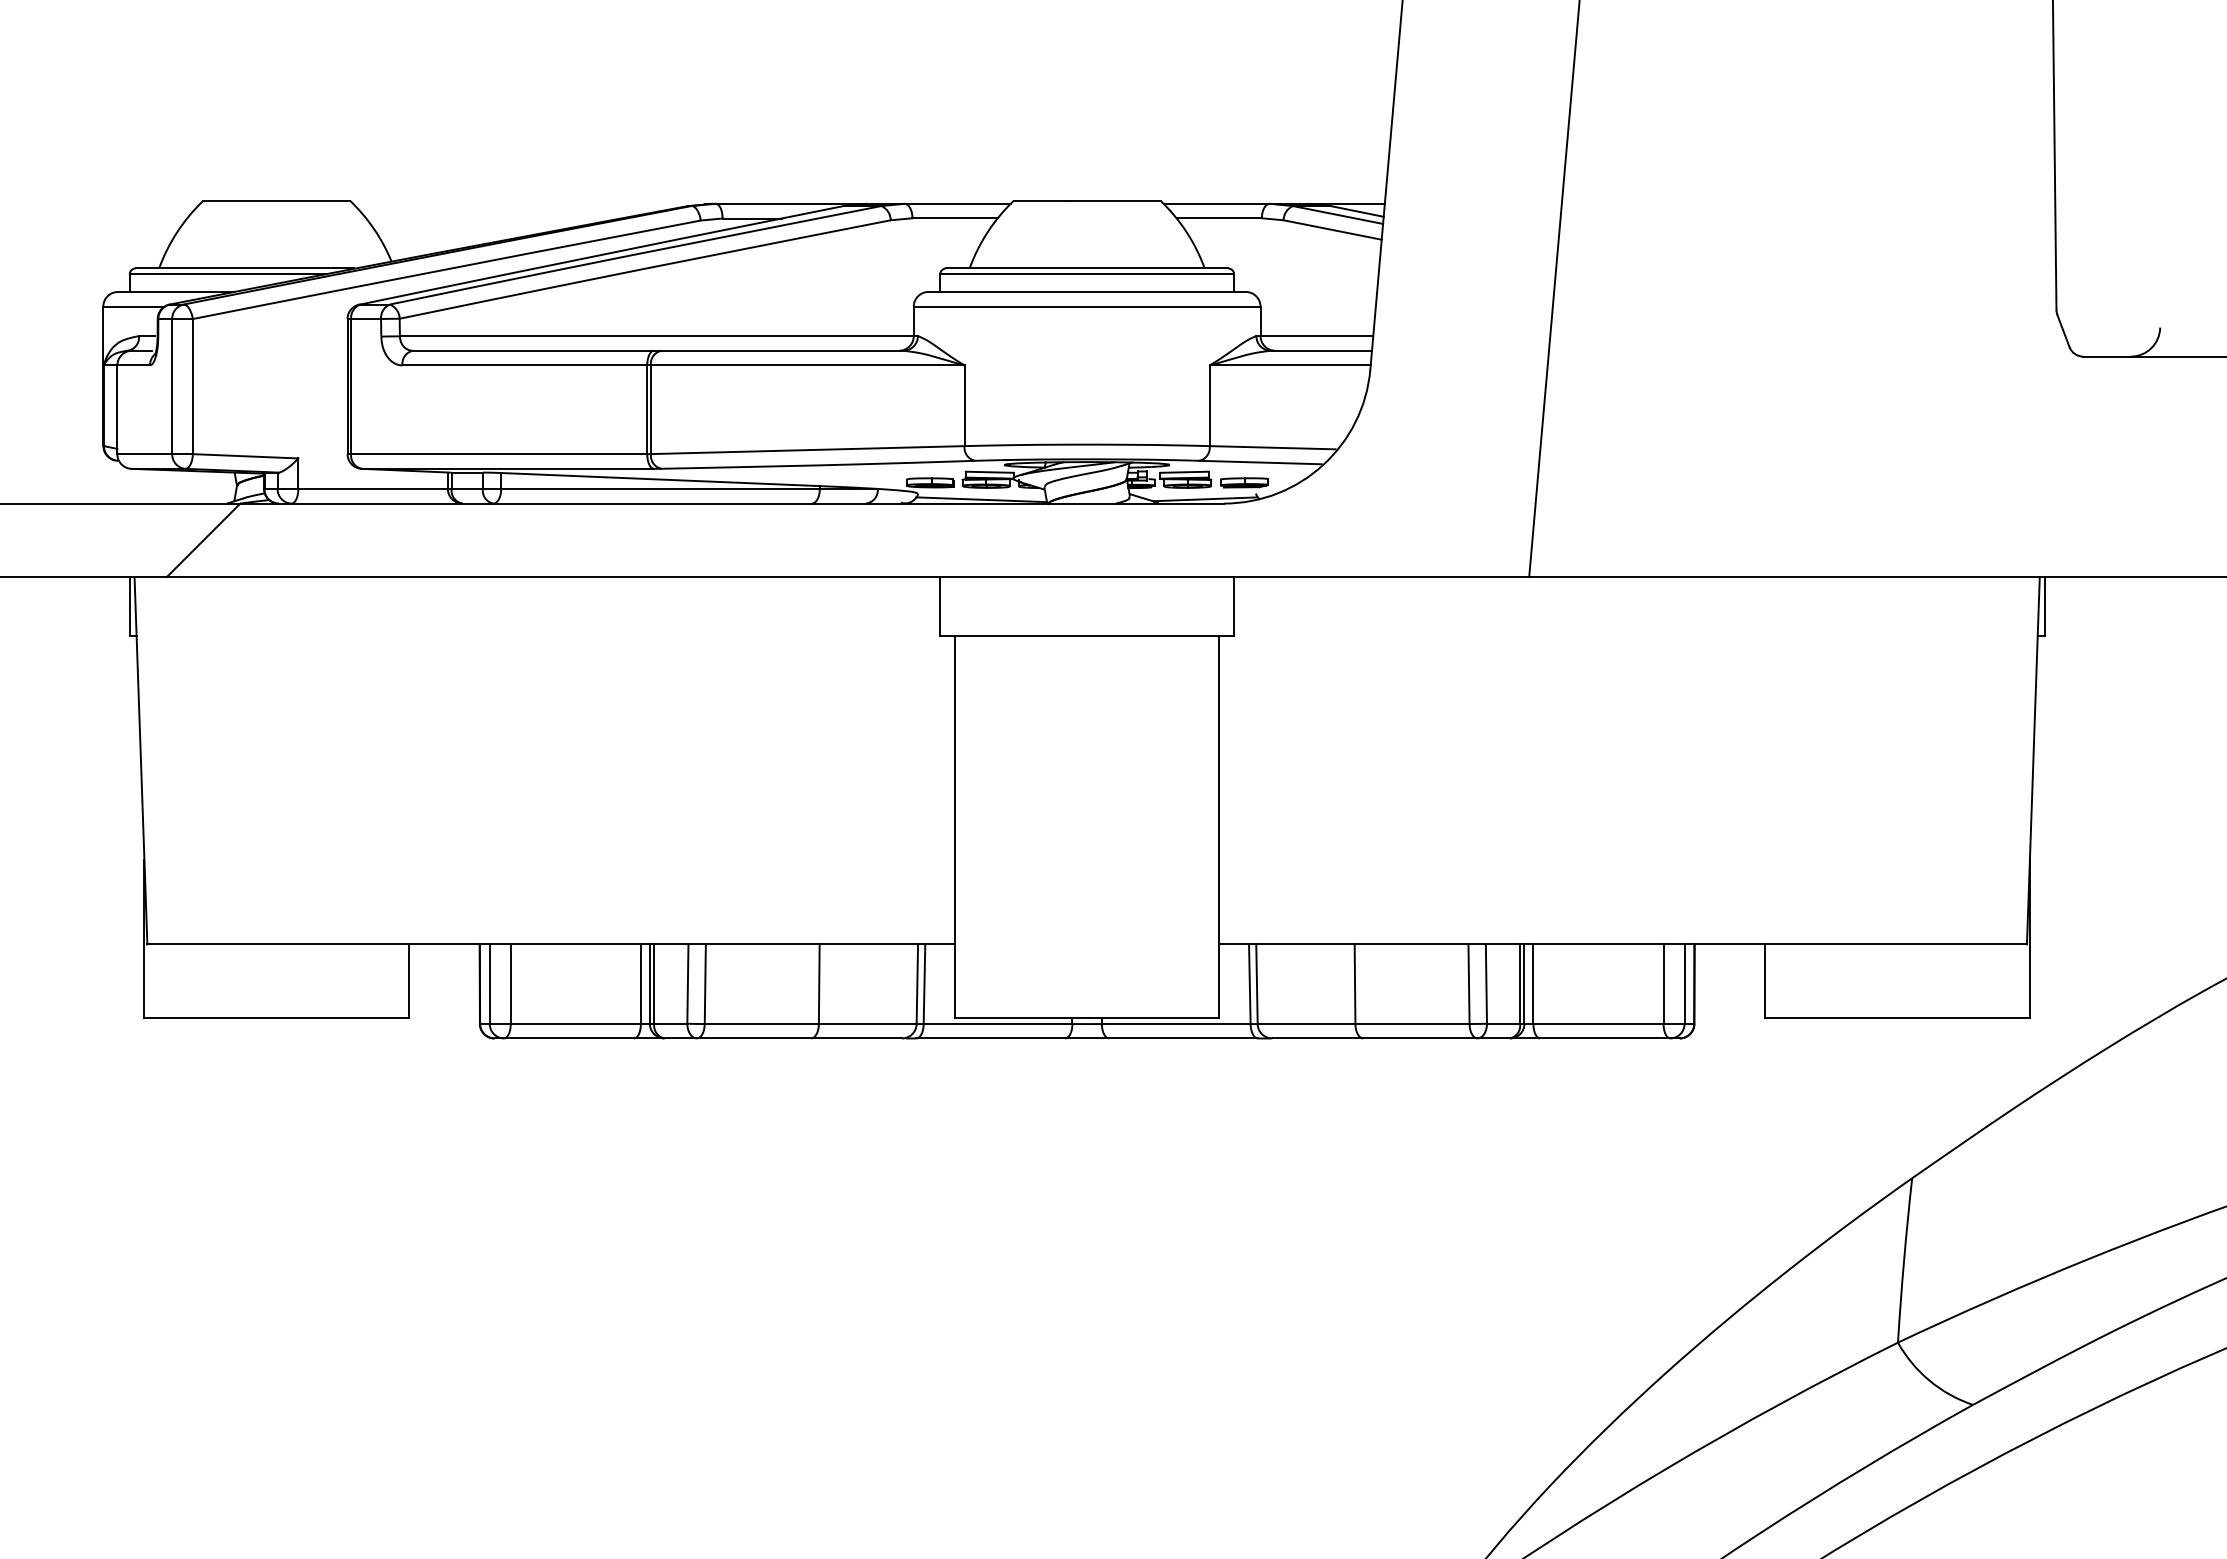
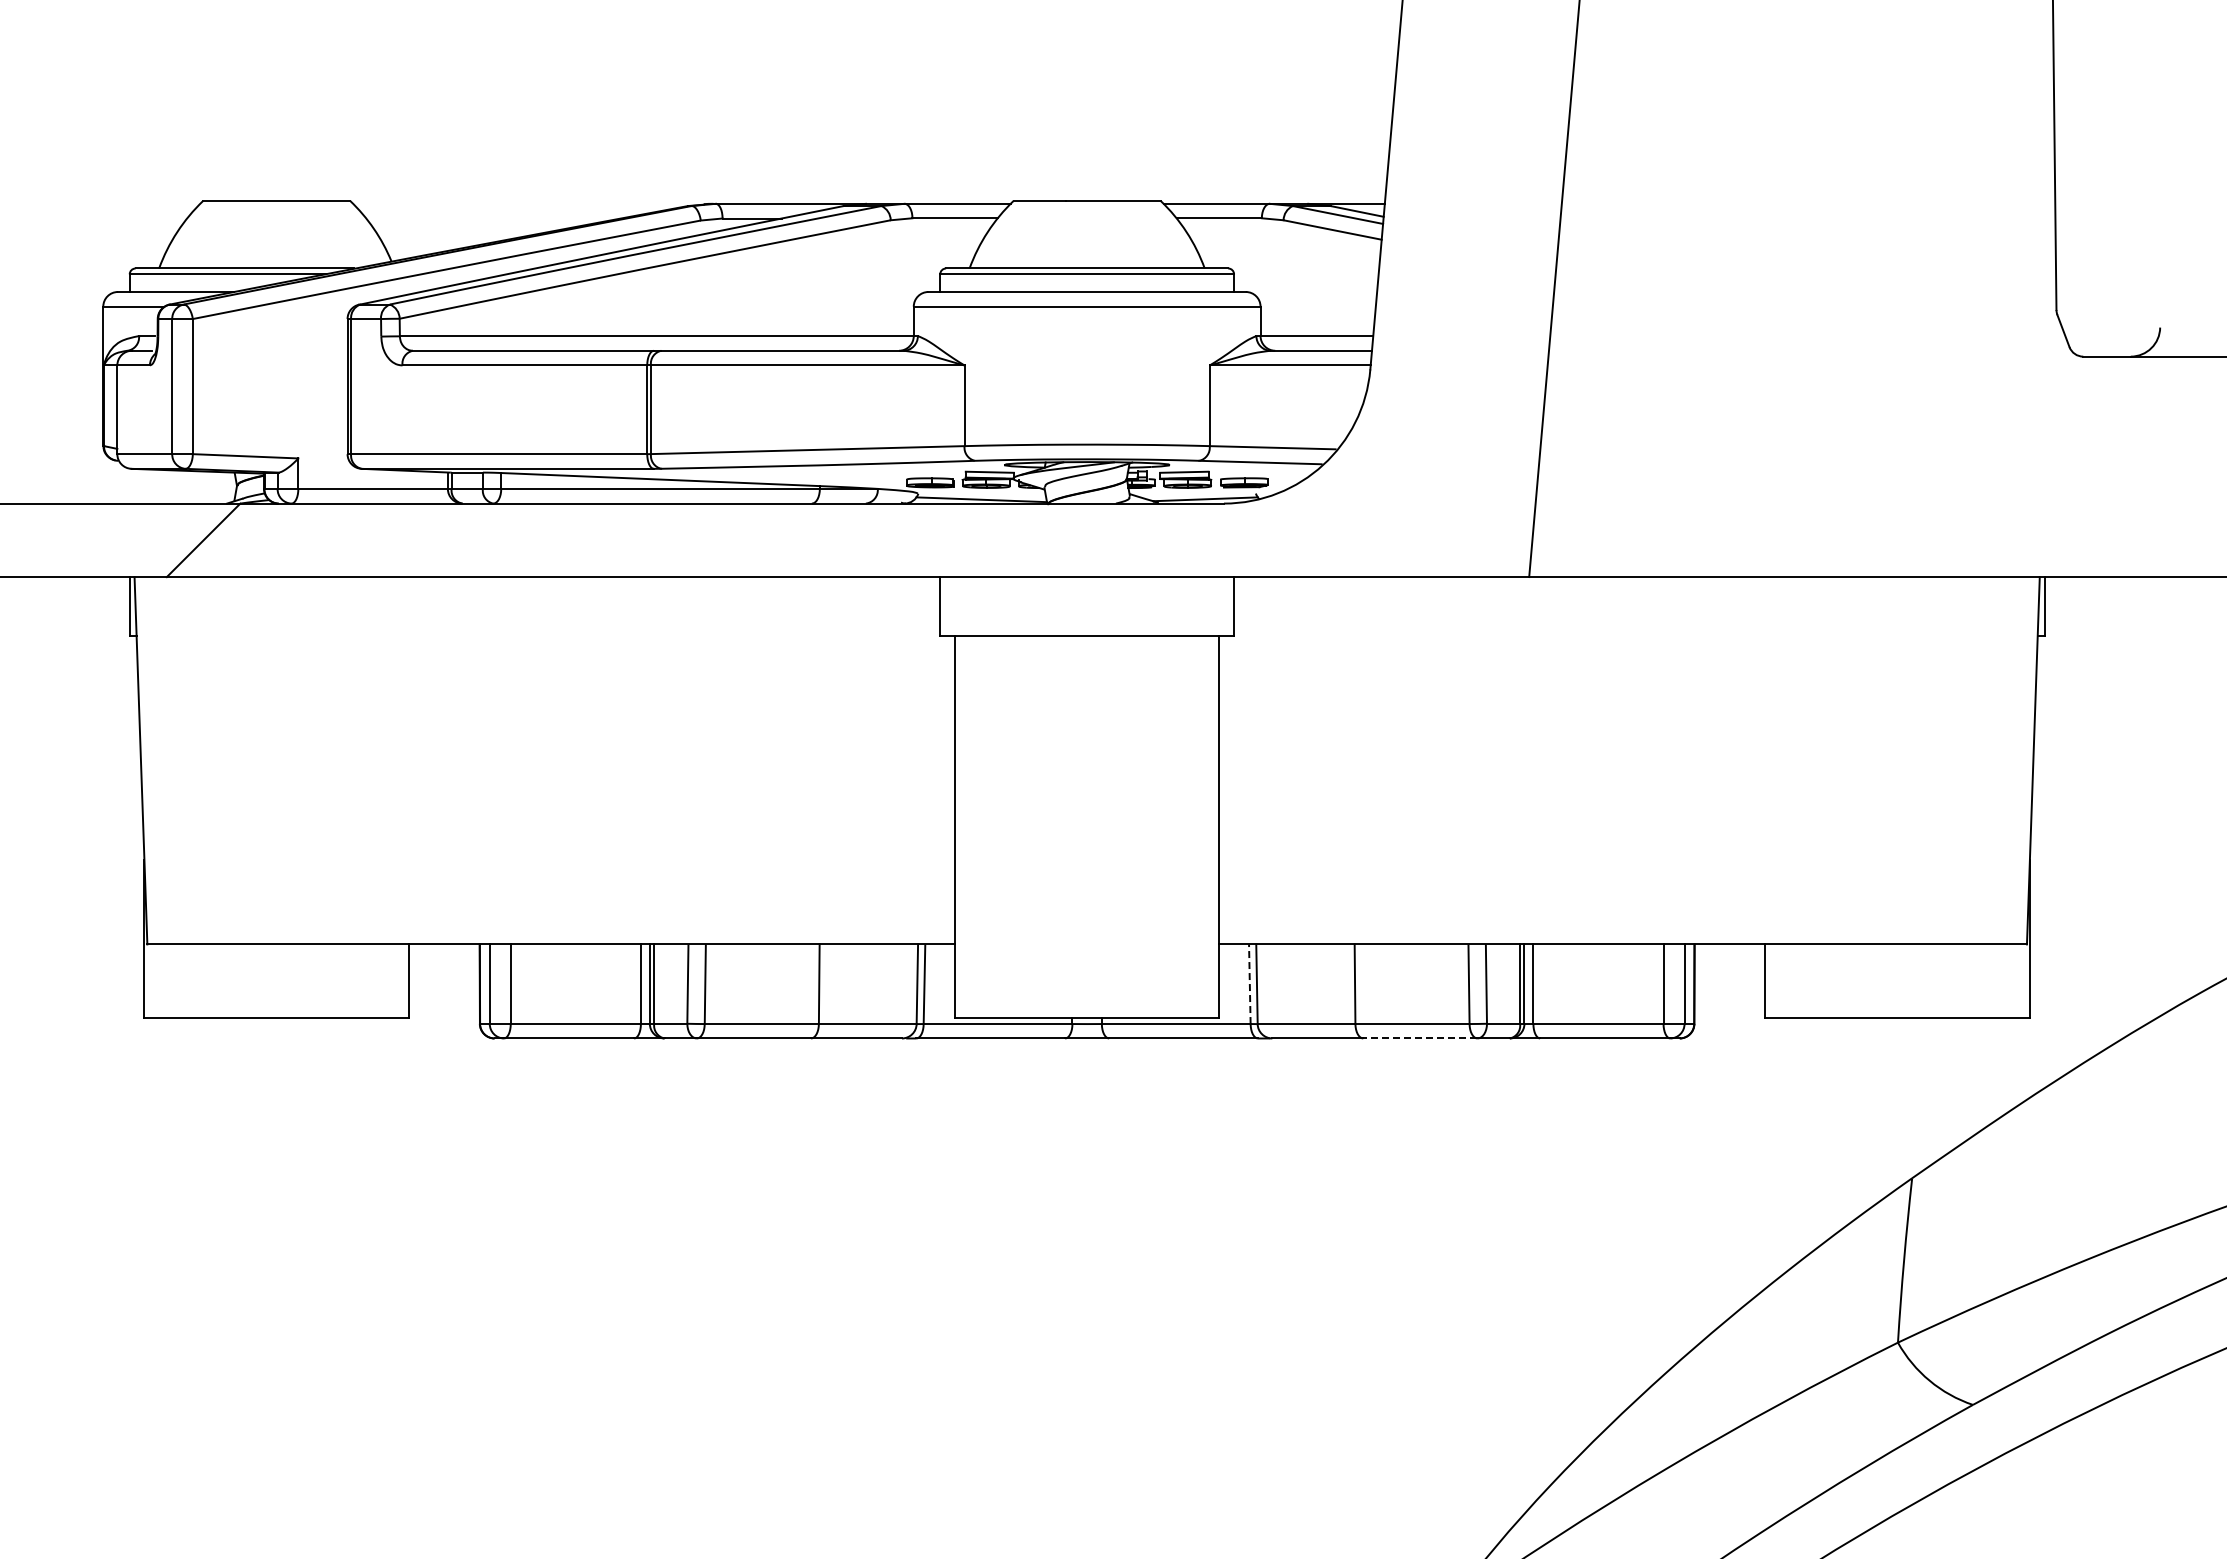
line at (1249, 983): solid -> dashed
line at (1419, 1038): solid -> dashed
